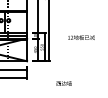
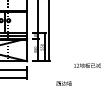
text at (81, 37) position: (81, 37) -> (87, 65)
